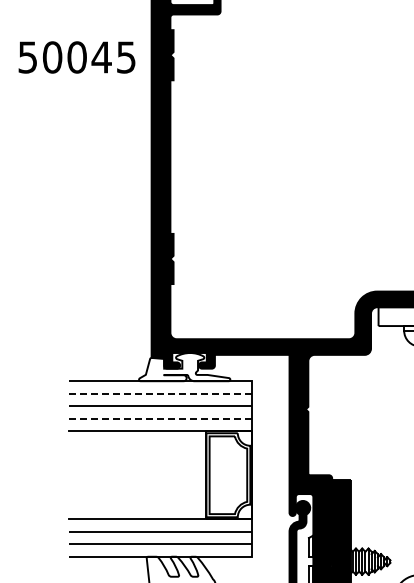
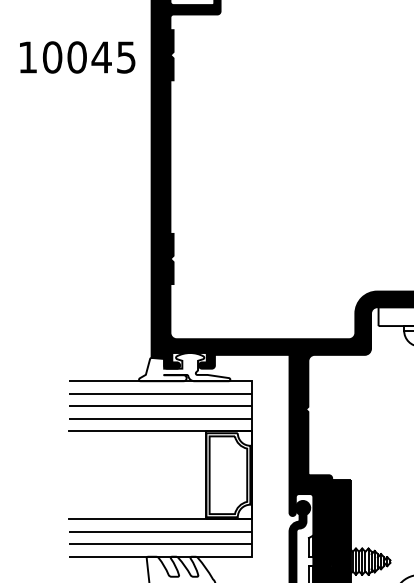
text at (27, 57): 50045 -> 10045
line at (161, 393): dashed -> solid
line at (161, 418): dashed -> solid
